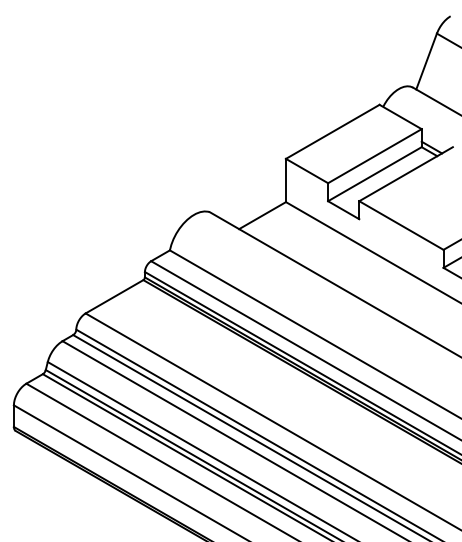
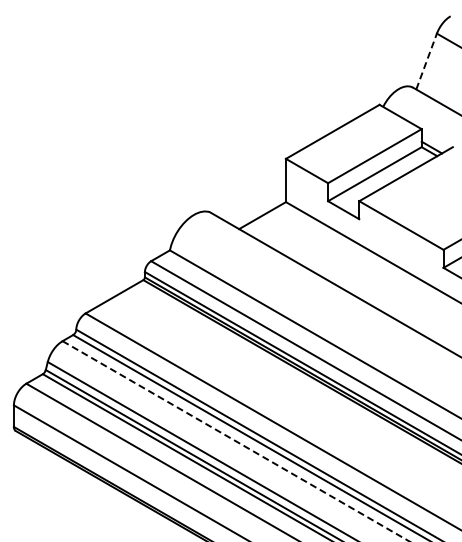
line at (426, 61): solid -> dashed
line at (236, 441): solid -> dashed
